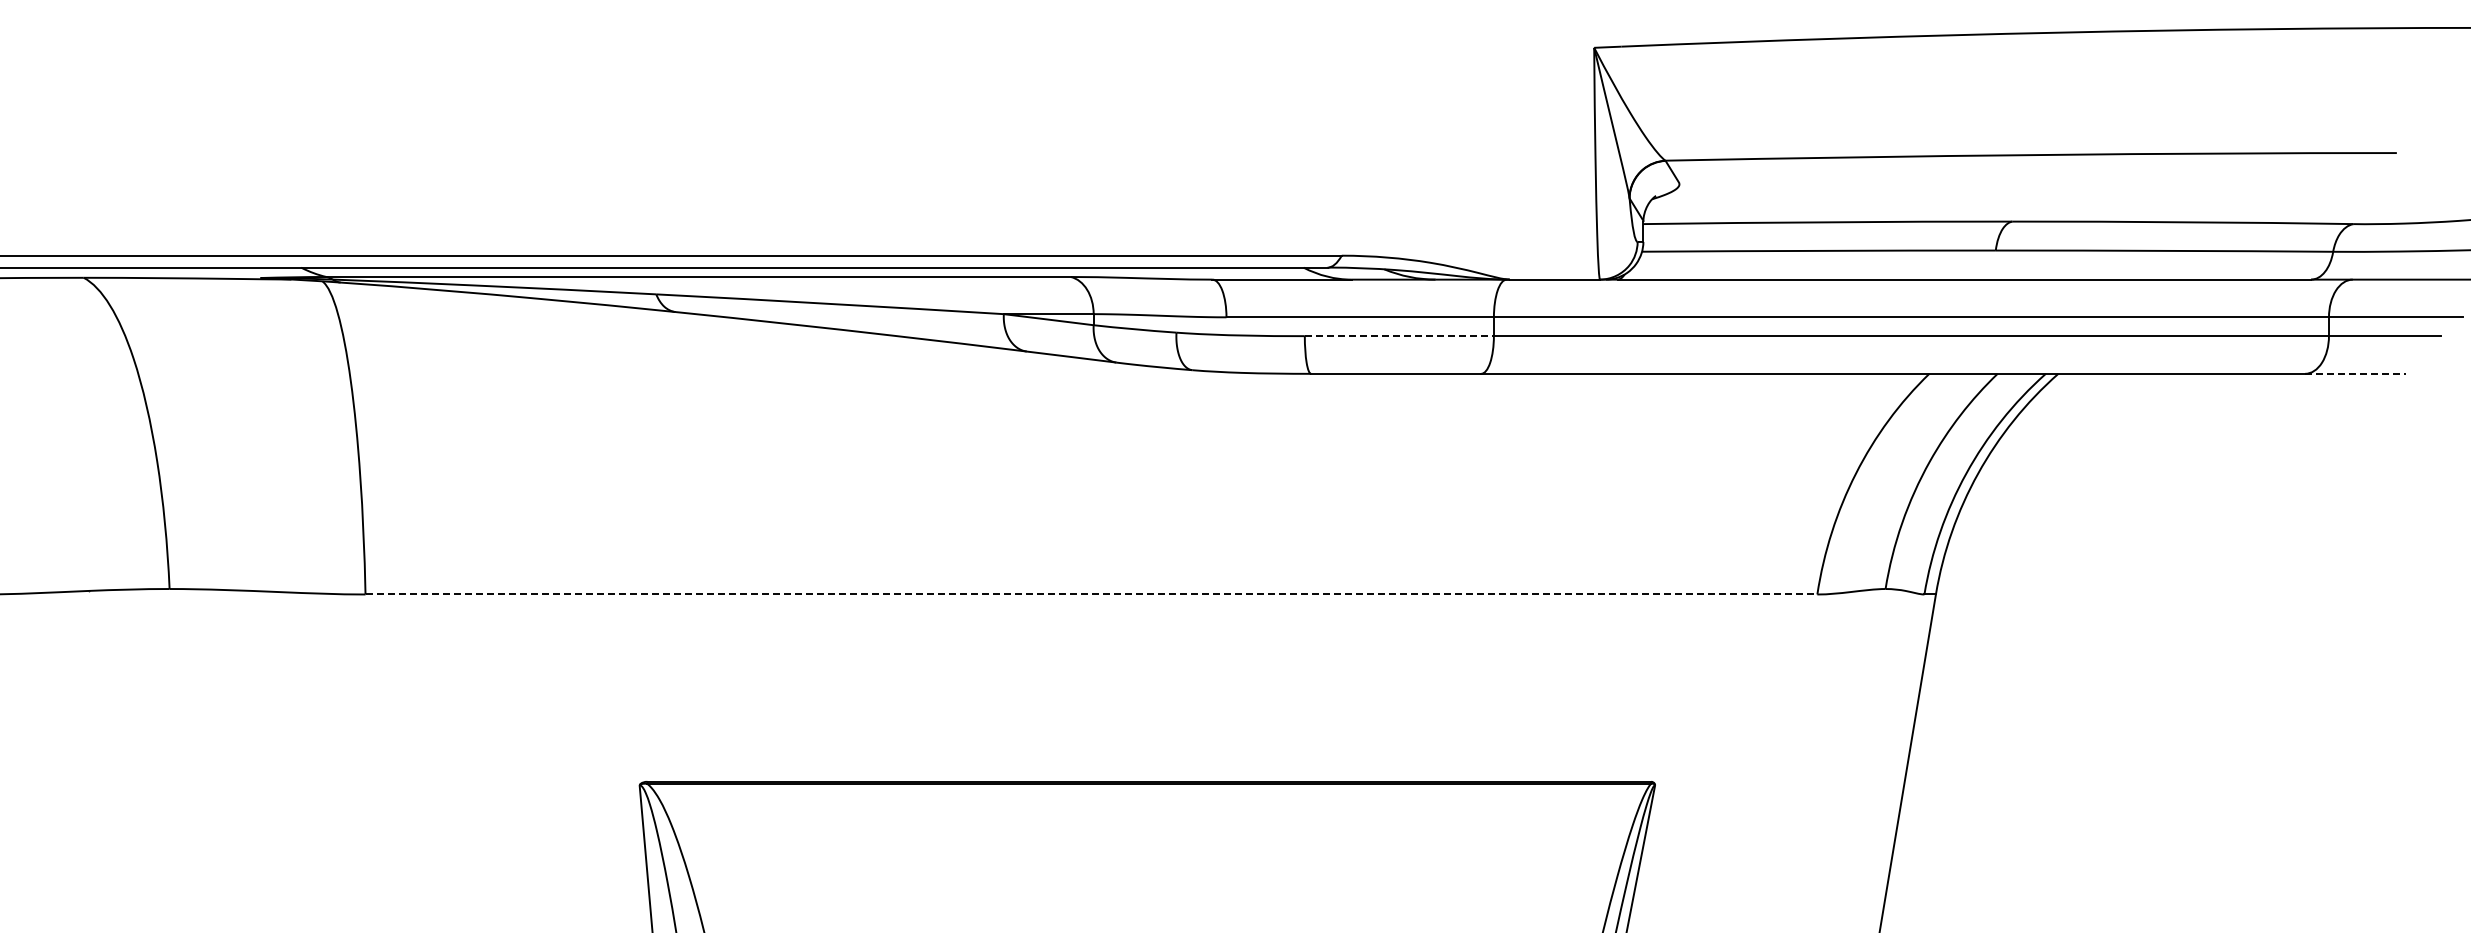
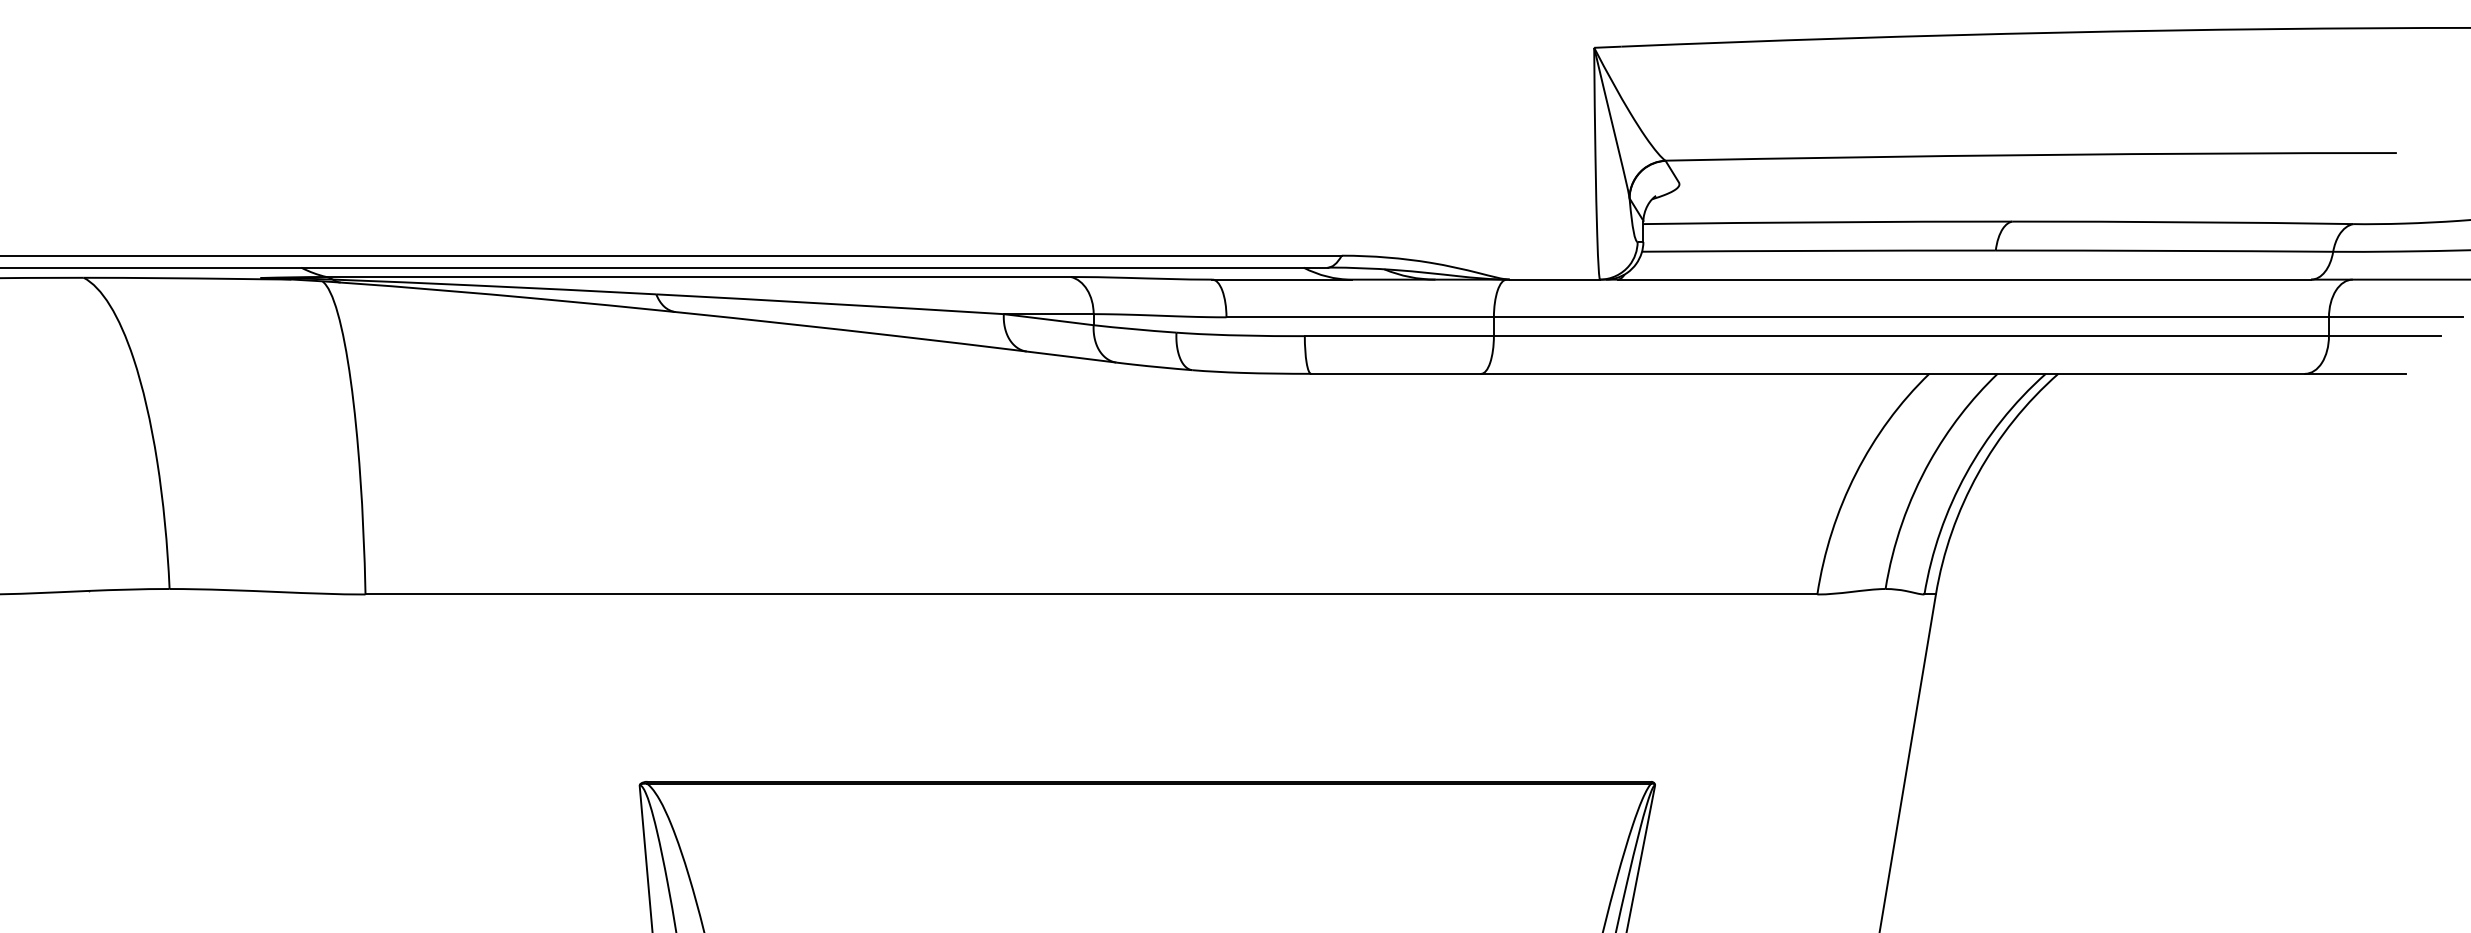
line at (1399, 336): dashed -> solid
line at (2355, 373): dashed -> solid
line at (1091, 594): dashed -> solid
